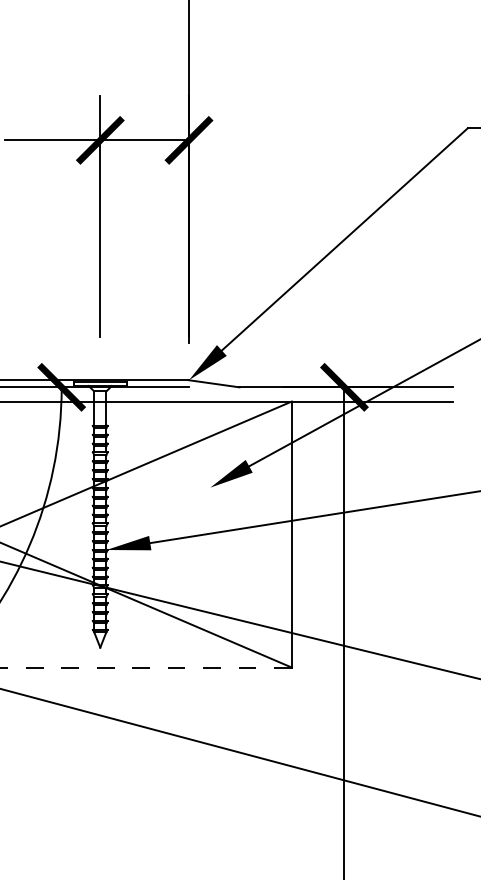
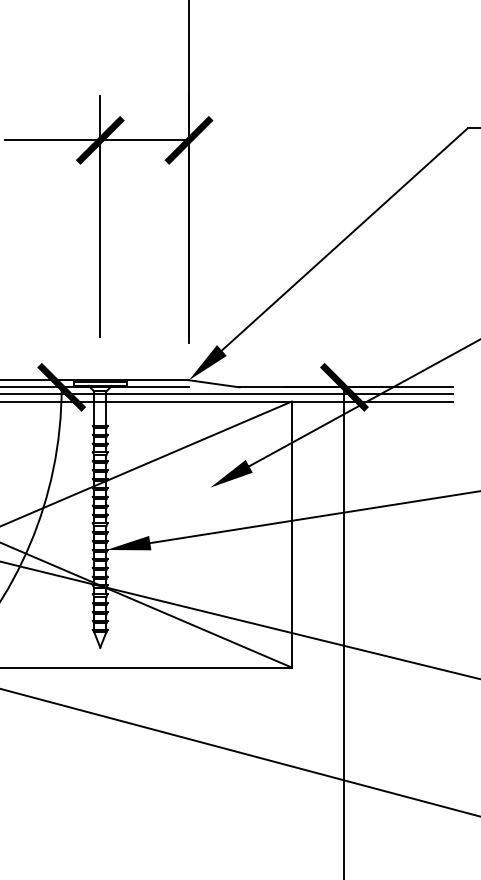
line at (227, 394): none -> present
line at (146, 667): dashed -> solid
